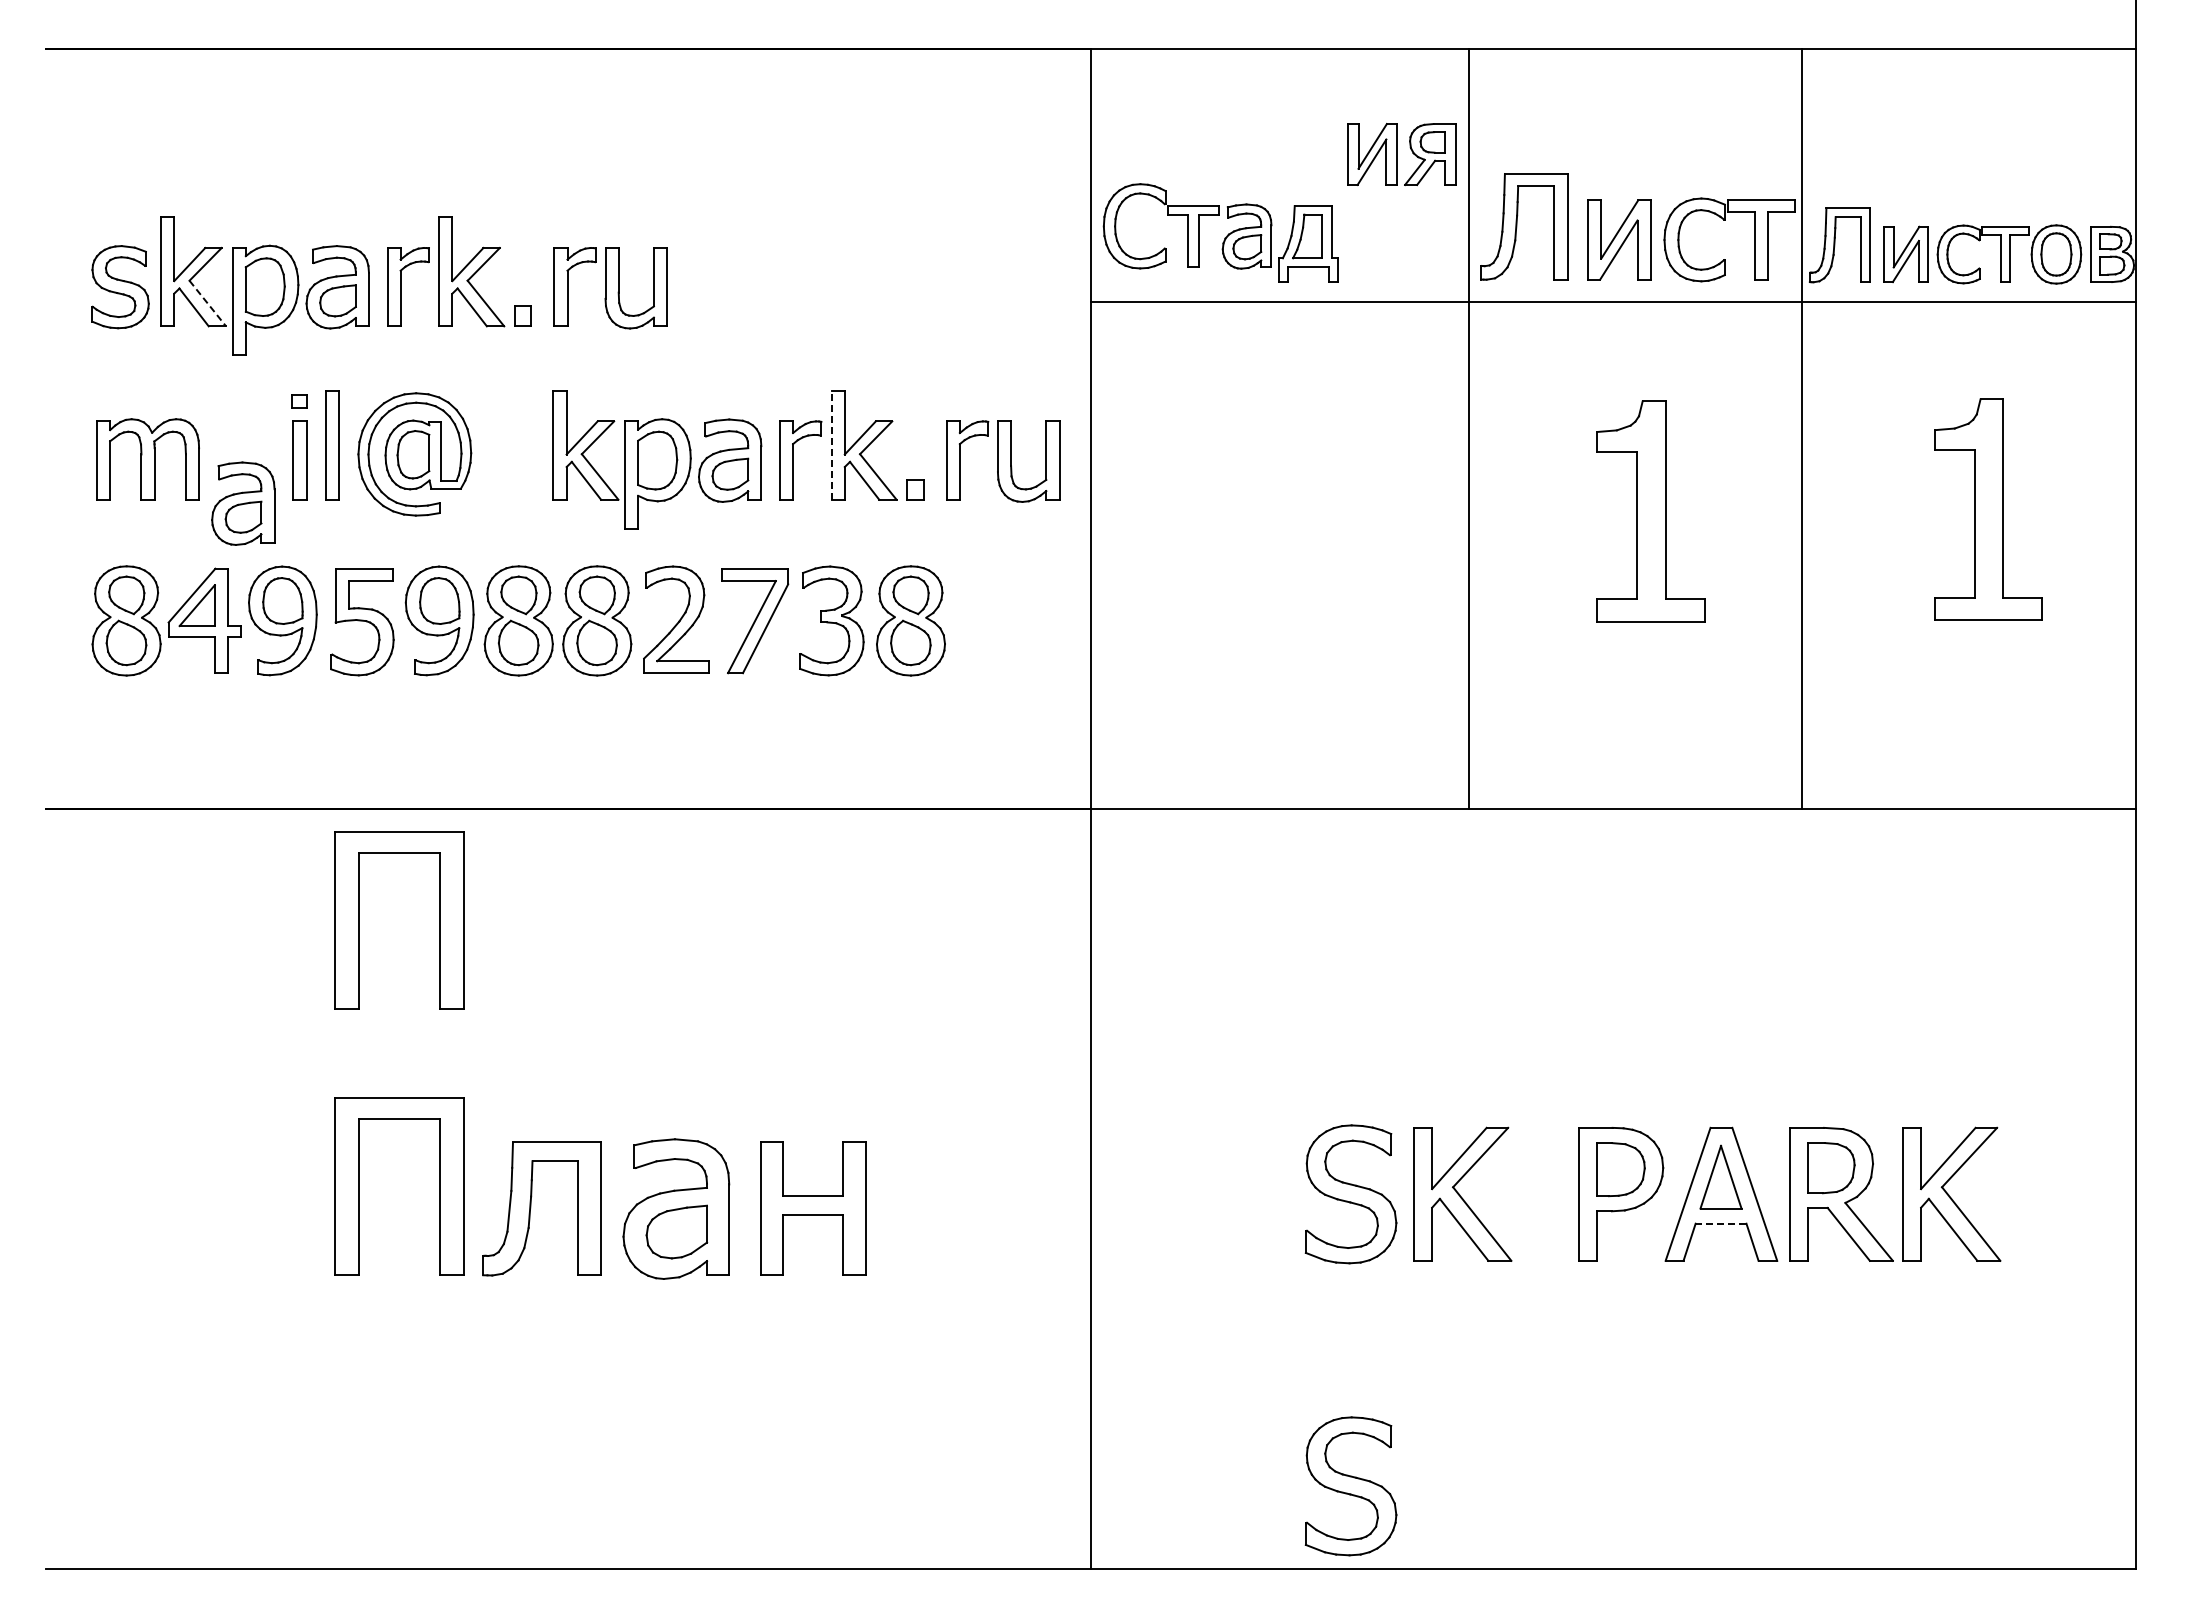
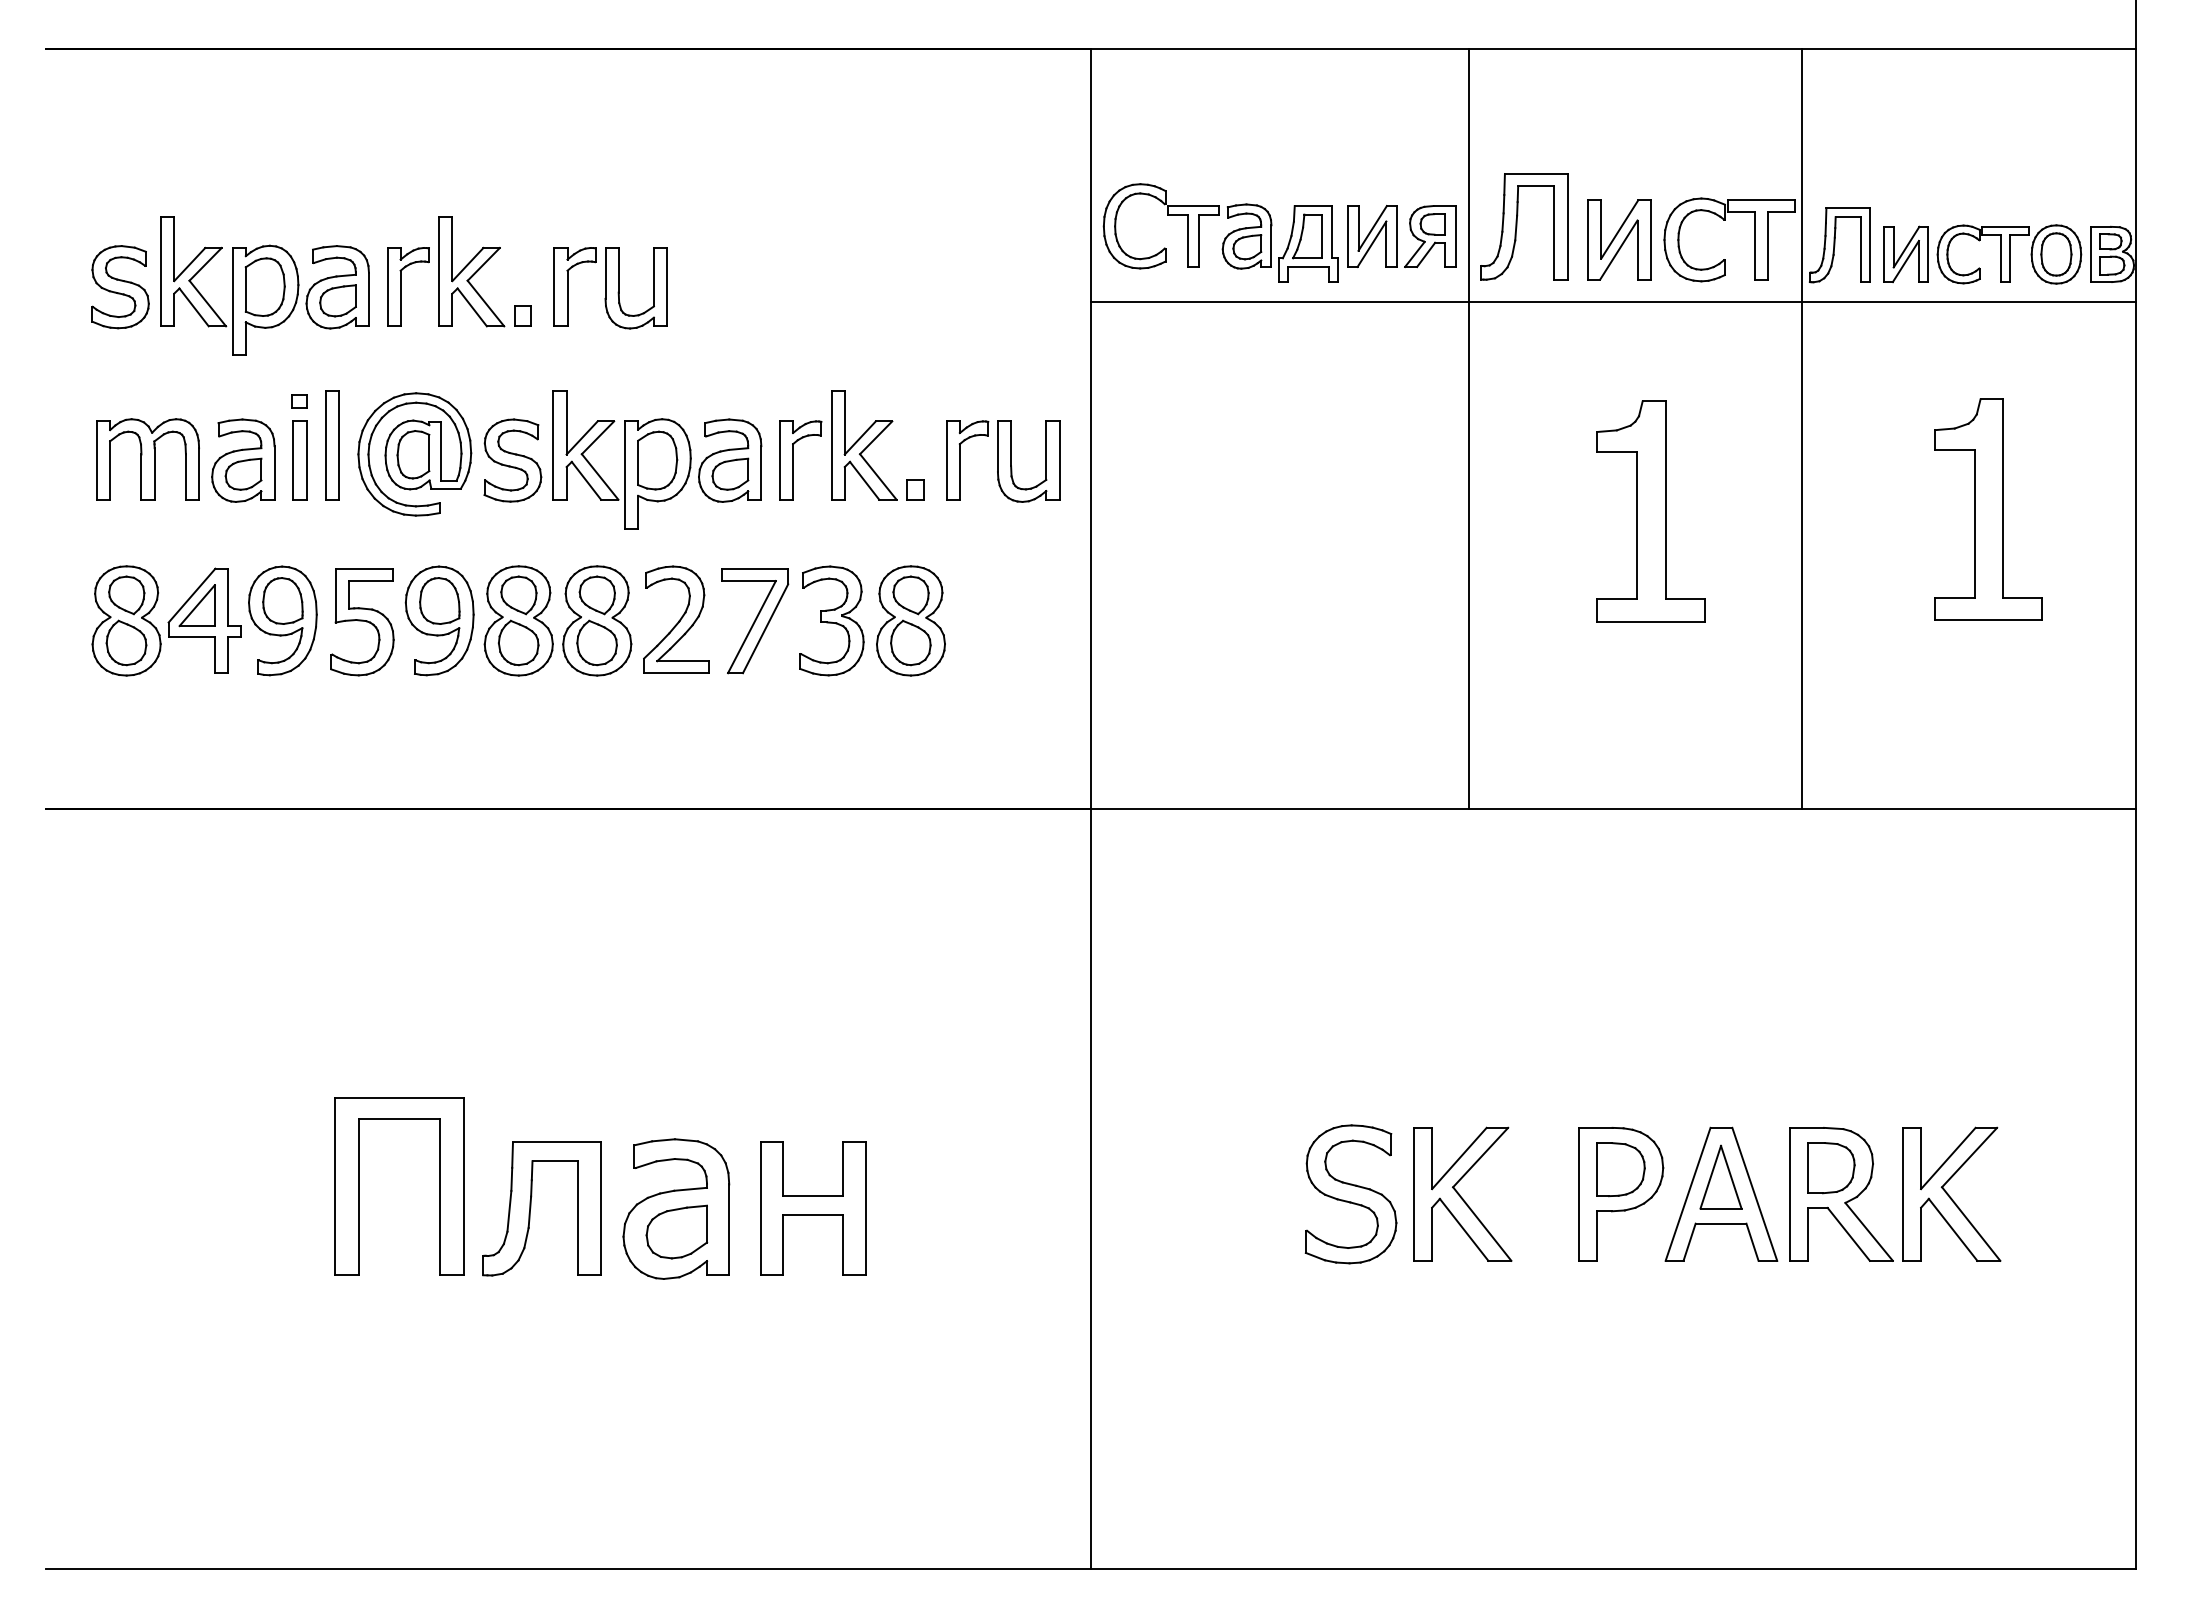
part at (1401, 154) position: (1401, 154) -> (1401, 236)
line at (208, 303): dashed -> solid
line at (831, 445): dashed -> solid
part at (512, 460): none -> present
part at (243, 503) position: (243, 503) -> (243, 460)
part at (359, 920): present -> none
line at (1720, 1223): dashed -> solid
part at (1350, 1486): present -> none
